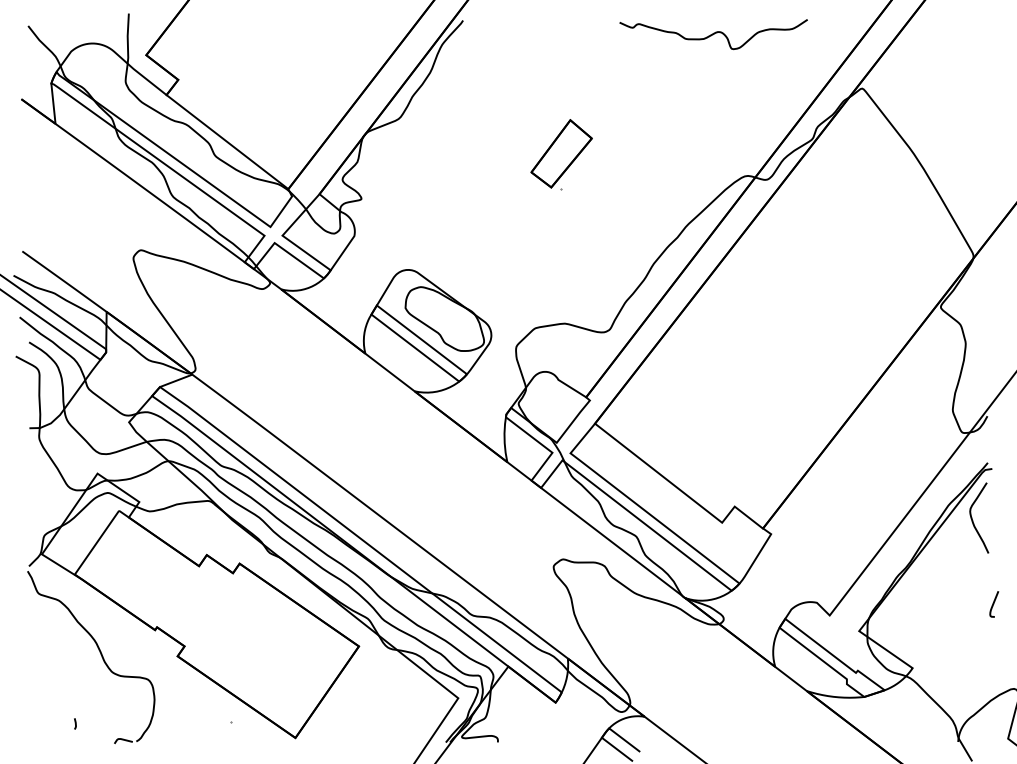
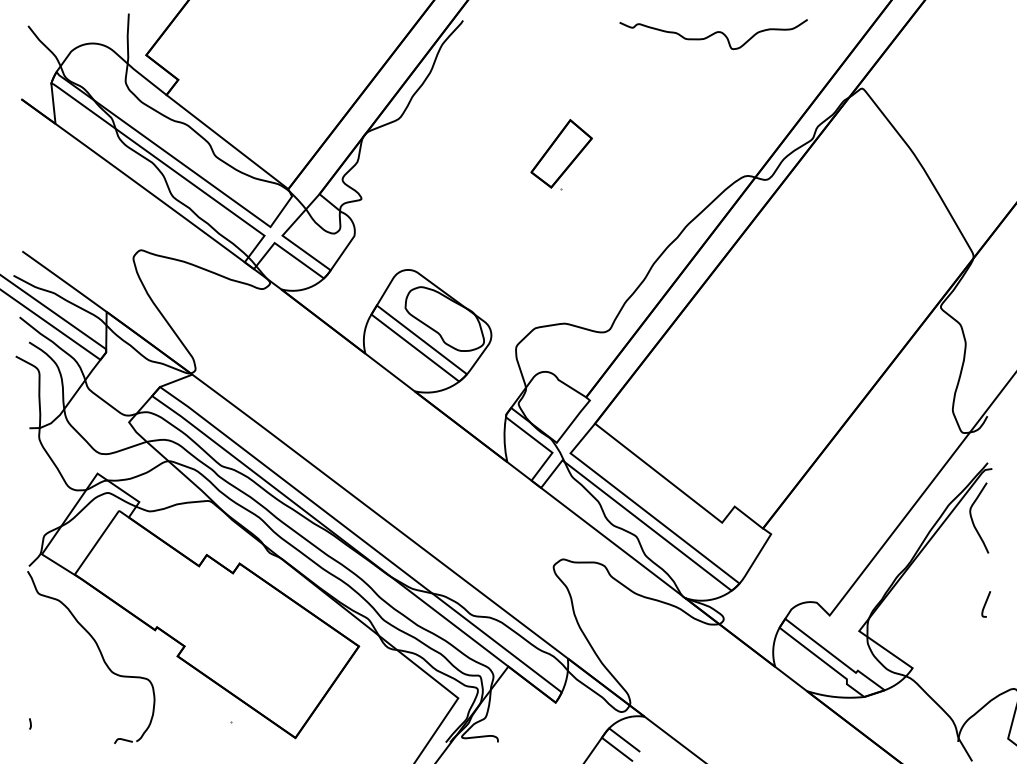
curve at (994, 604) position: (994, 604) -> (986, 604)
line at (75, 723) position: (75, 723) -> (30, 723)
